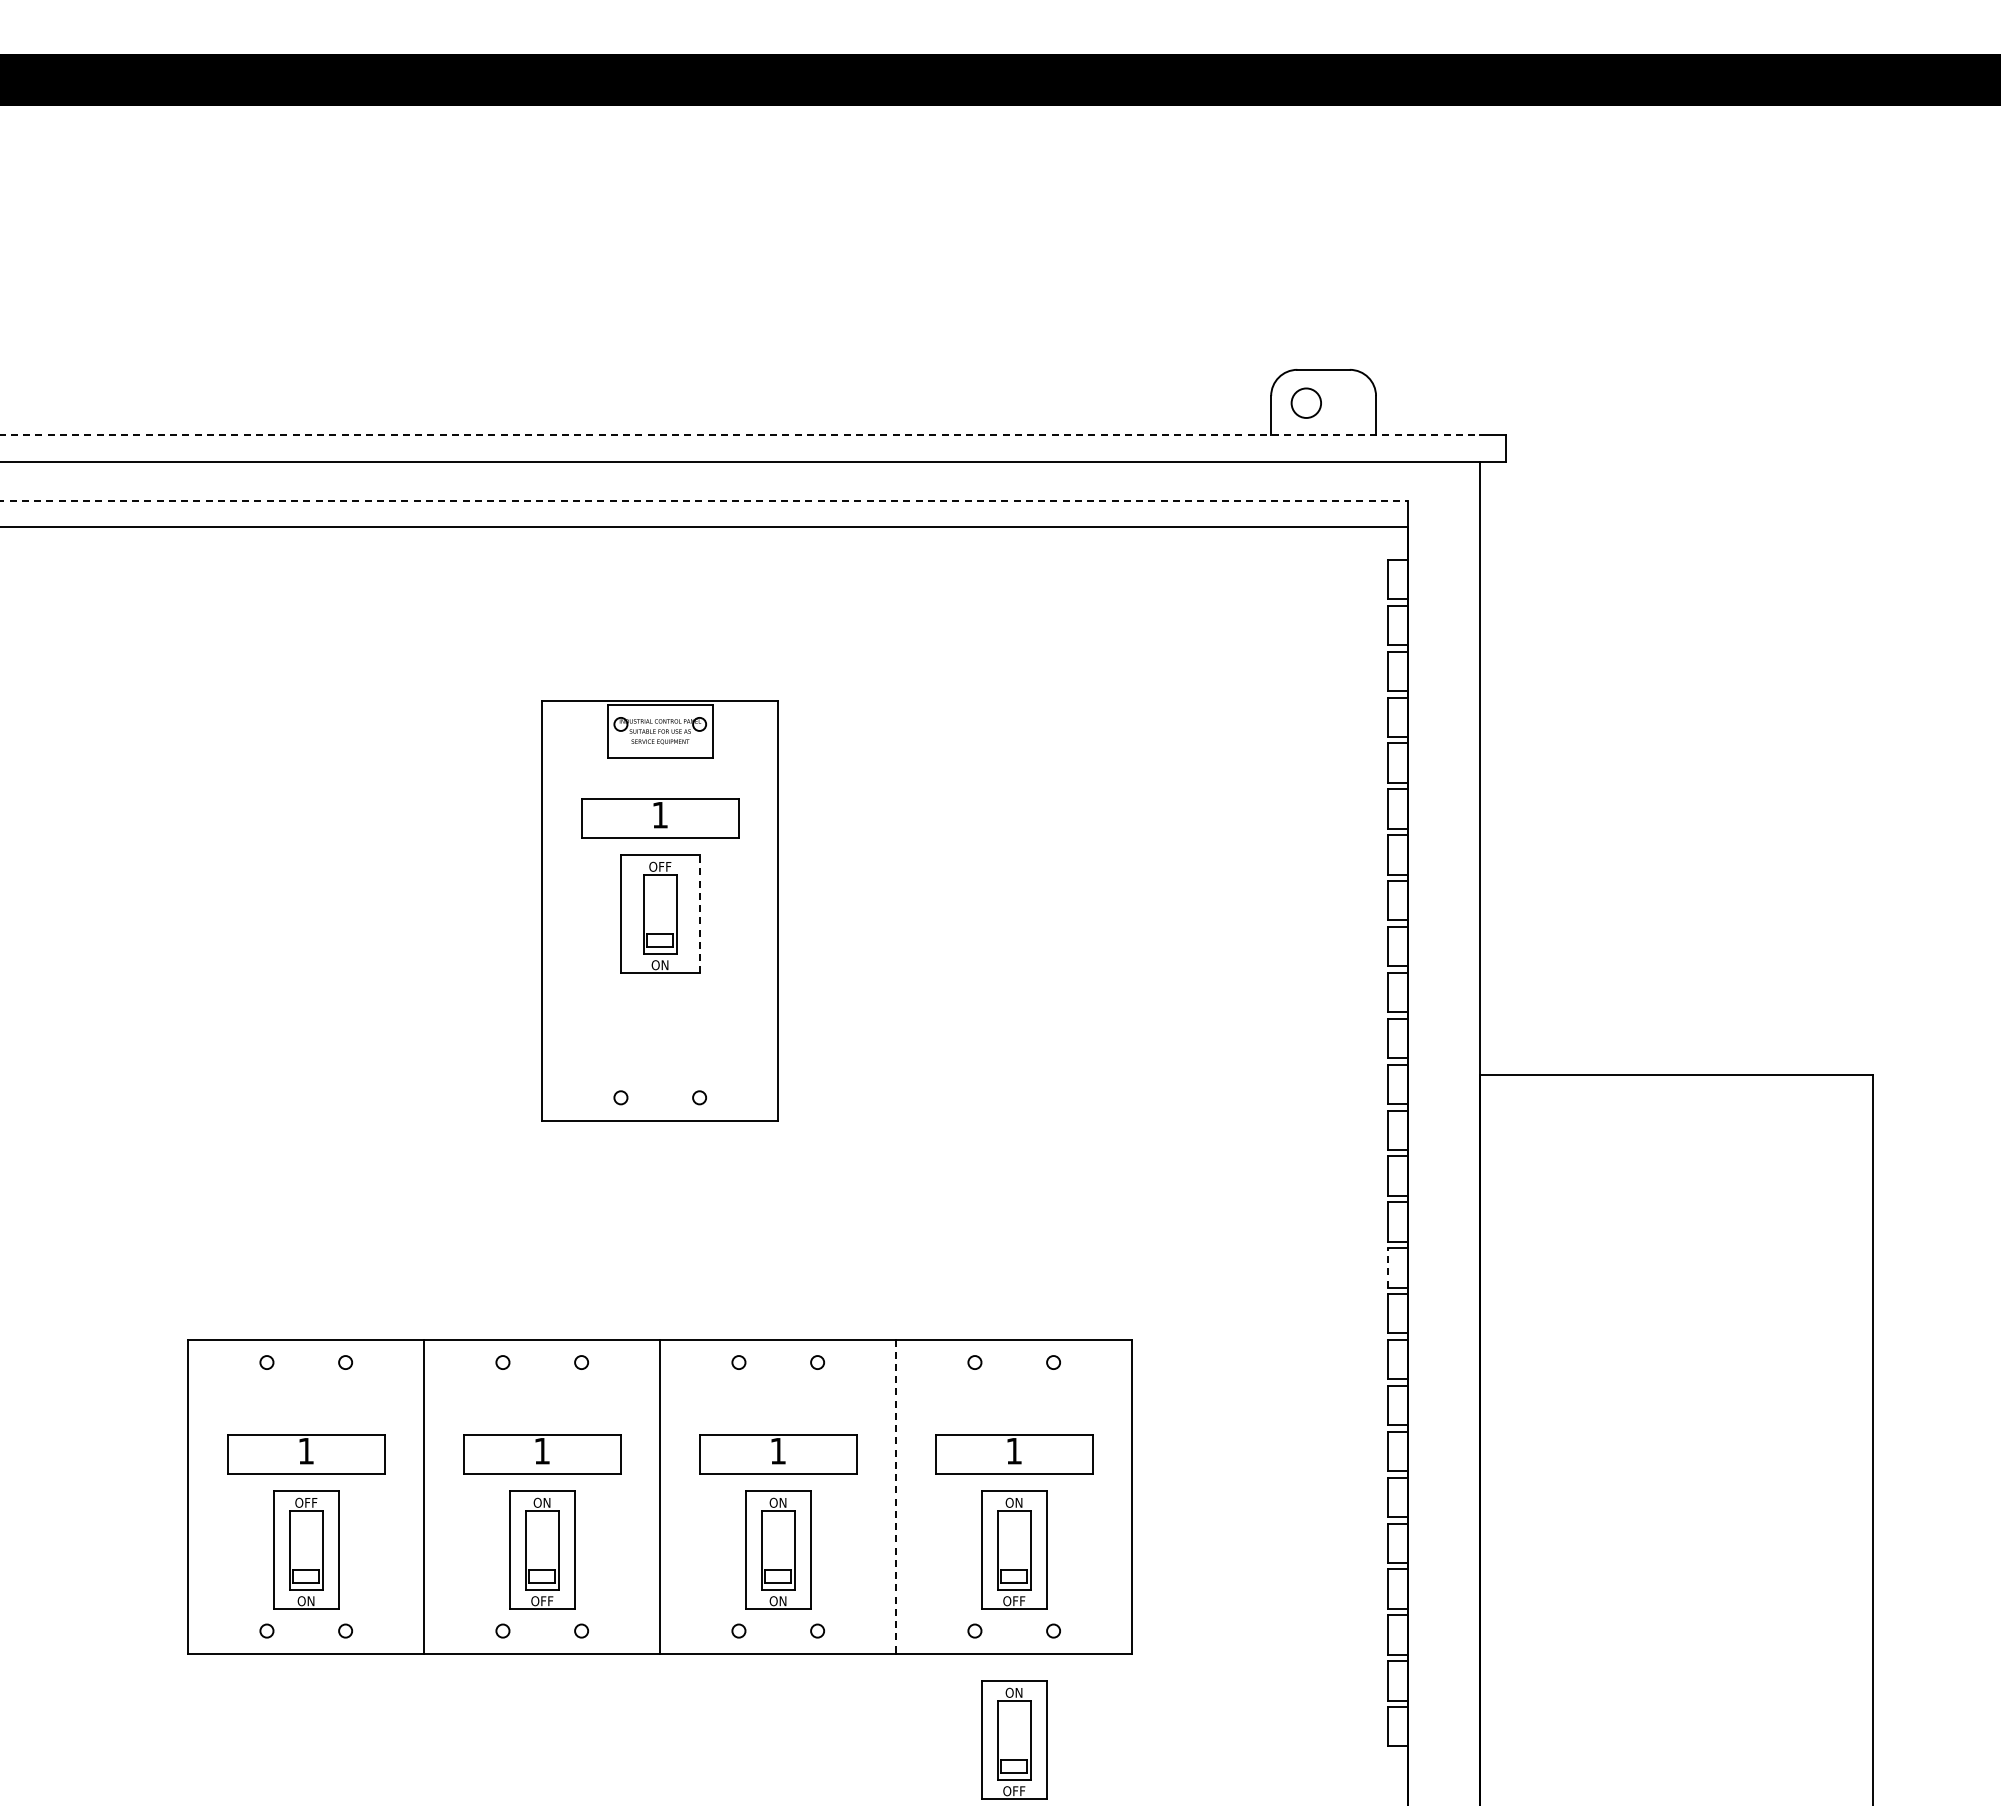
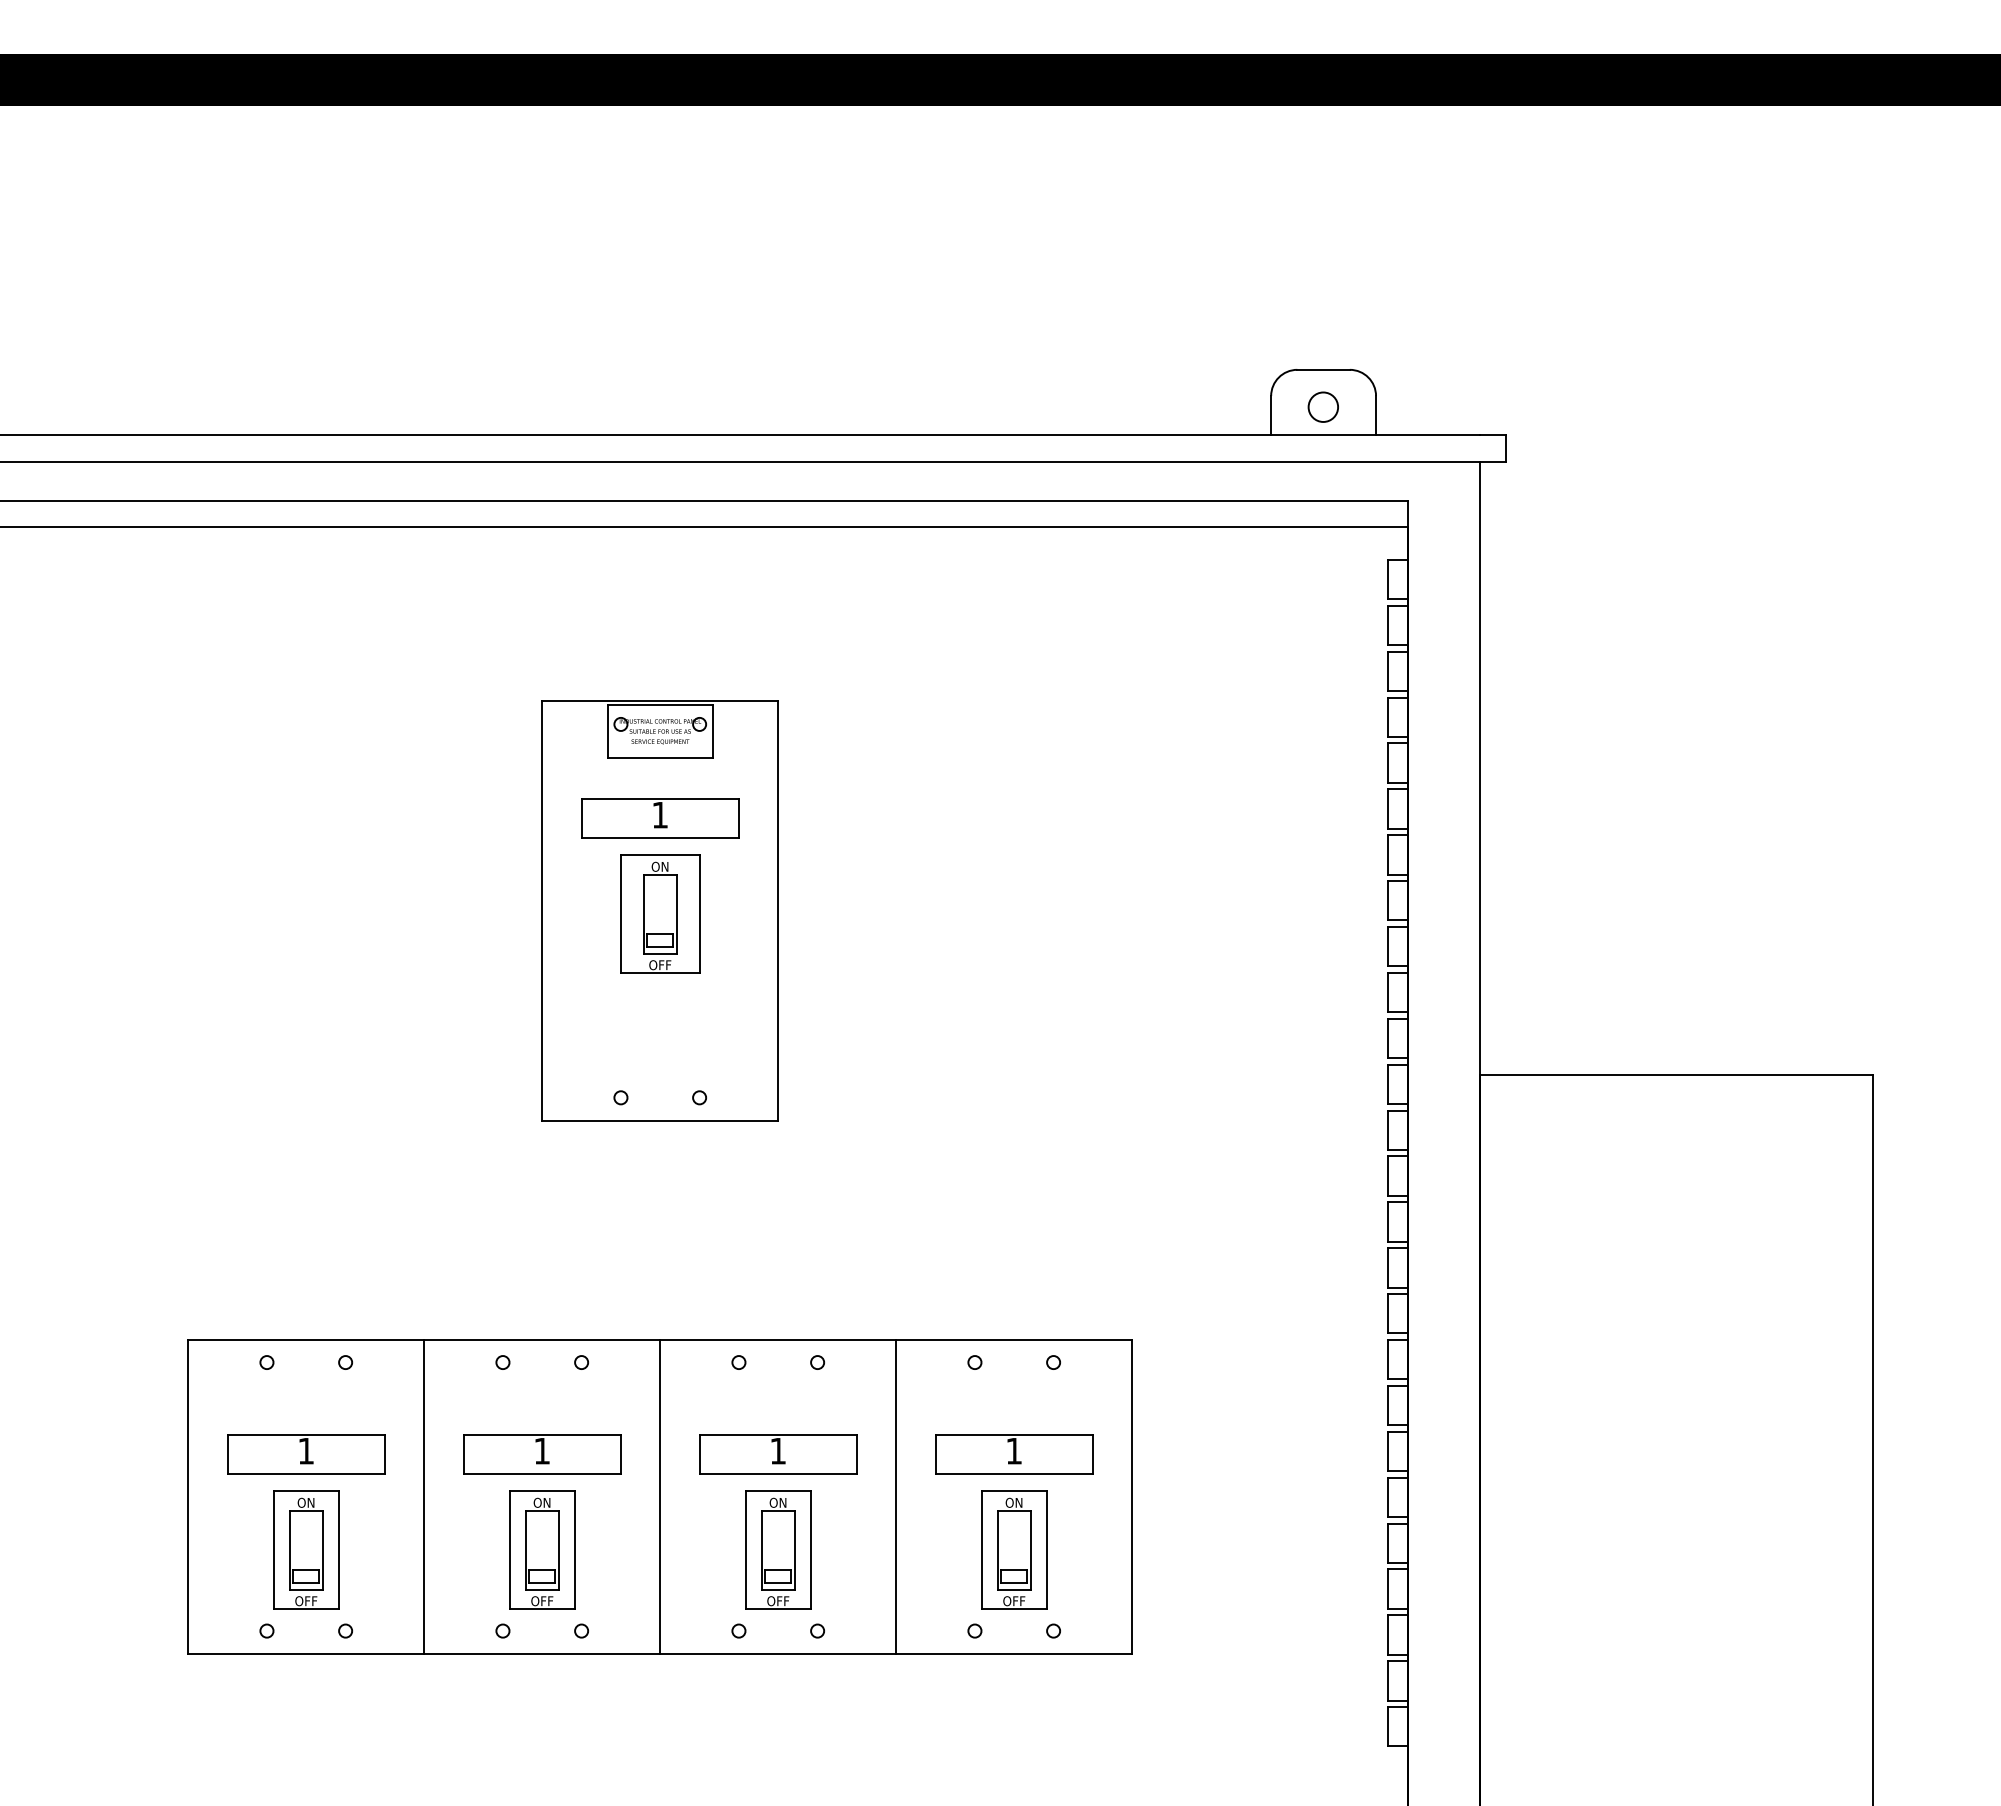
circle at (1305, 402) position: (1305, 402) -> (1322, 406)
line at (740, 435): dashed -> solid
line at (704, 500): dashed -> solid
text at (660, 866): OFF -> ON
line at (699, 914): dashed -> solid
text at (660, 965): ON -> OFF
line at (1388, 1267): dashed -> solid
line at (896, 1497): dashed -> solid
text at (306, 1502): OFF -> ON
text at (306, 1601): ON -> OFF
text at (778, 1601): ON -> OFF
part at (1014, 1739): present -> none
